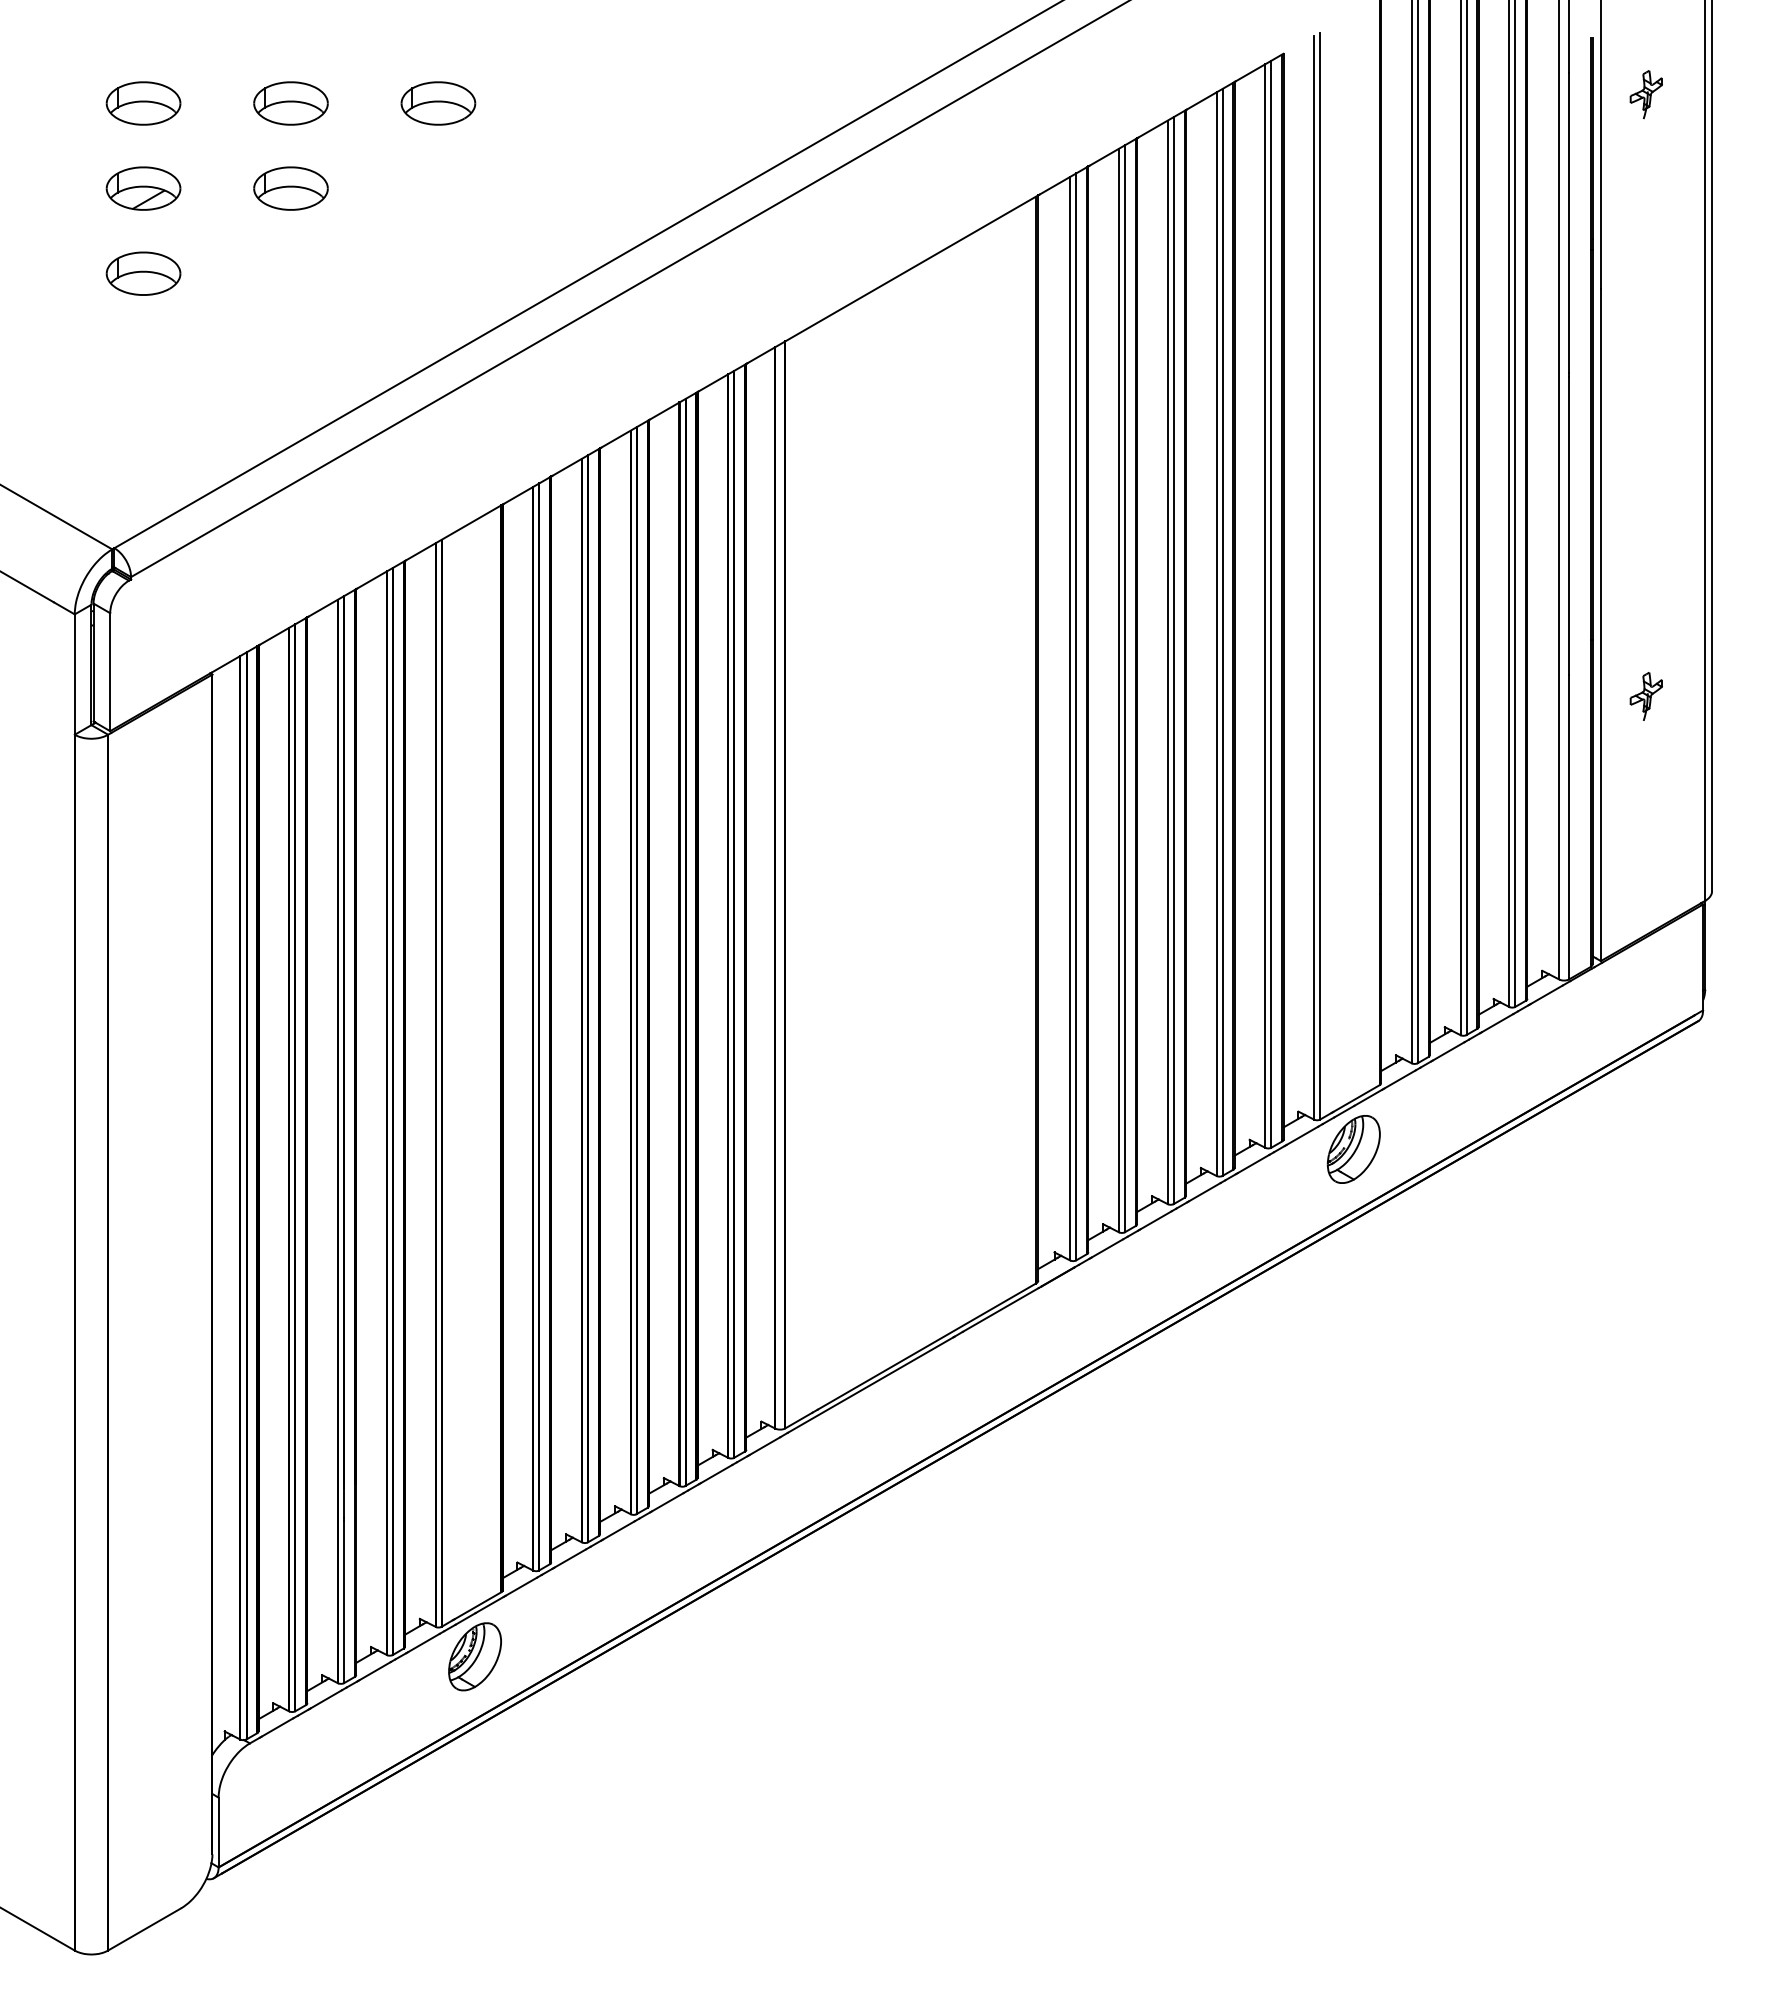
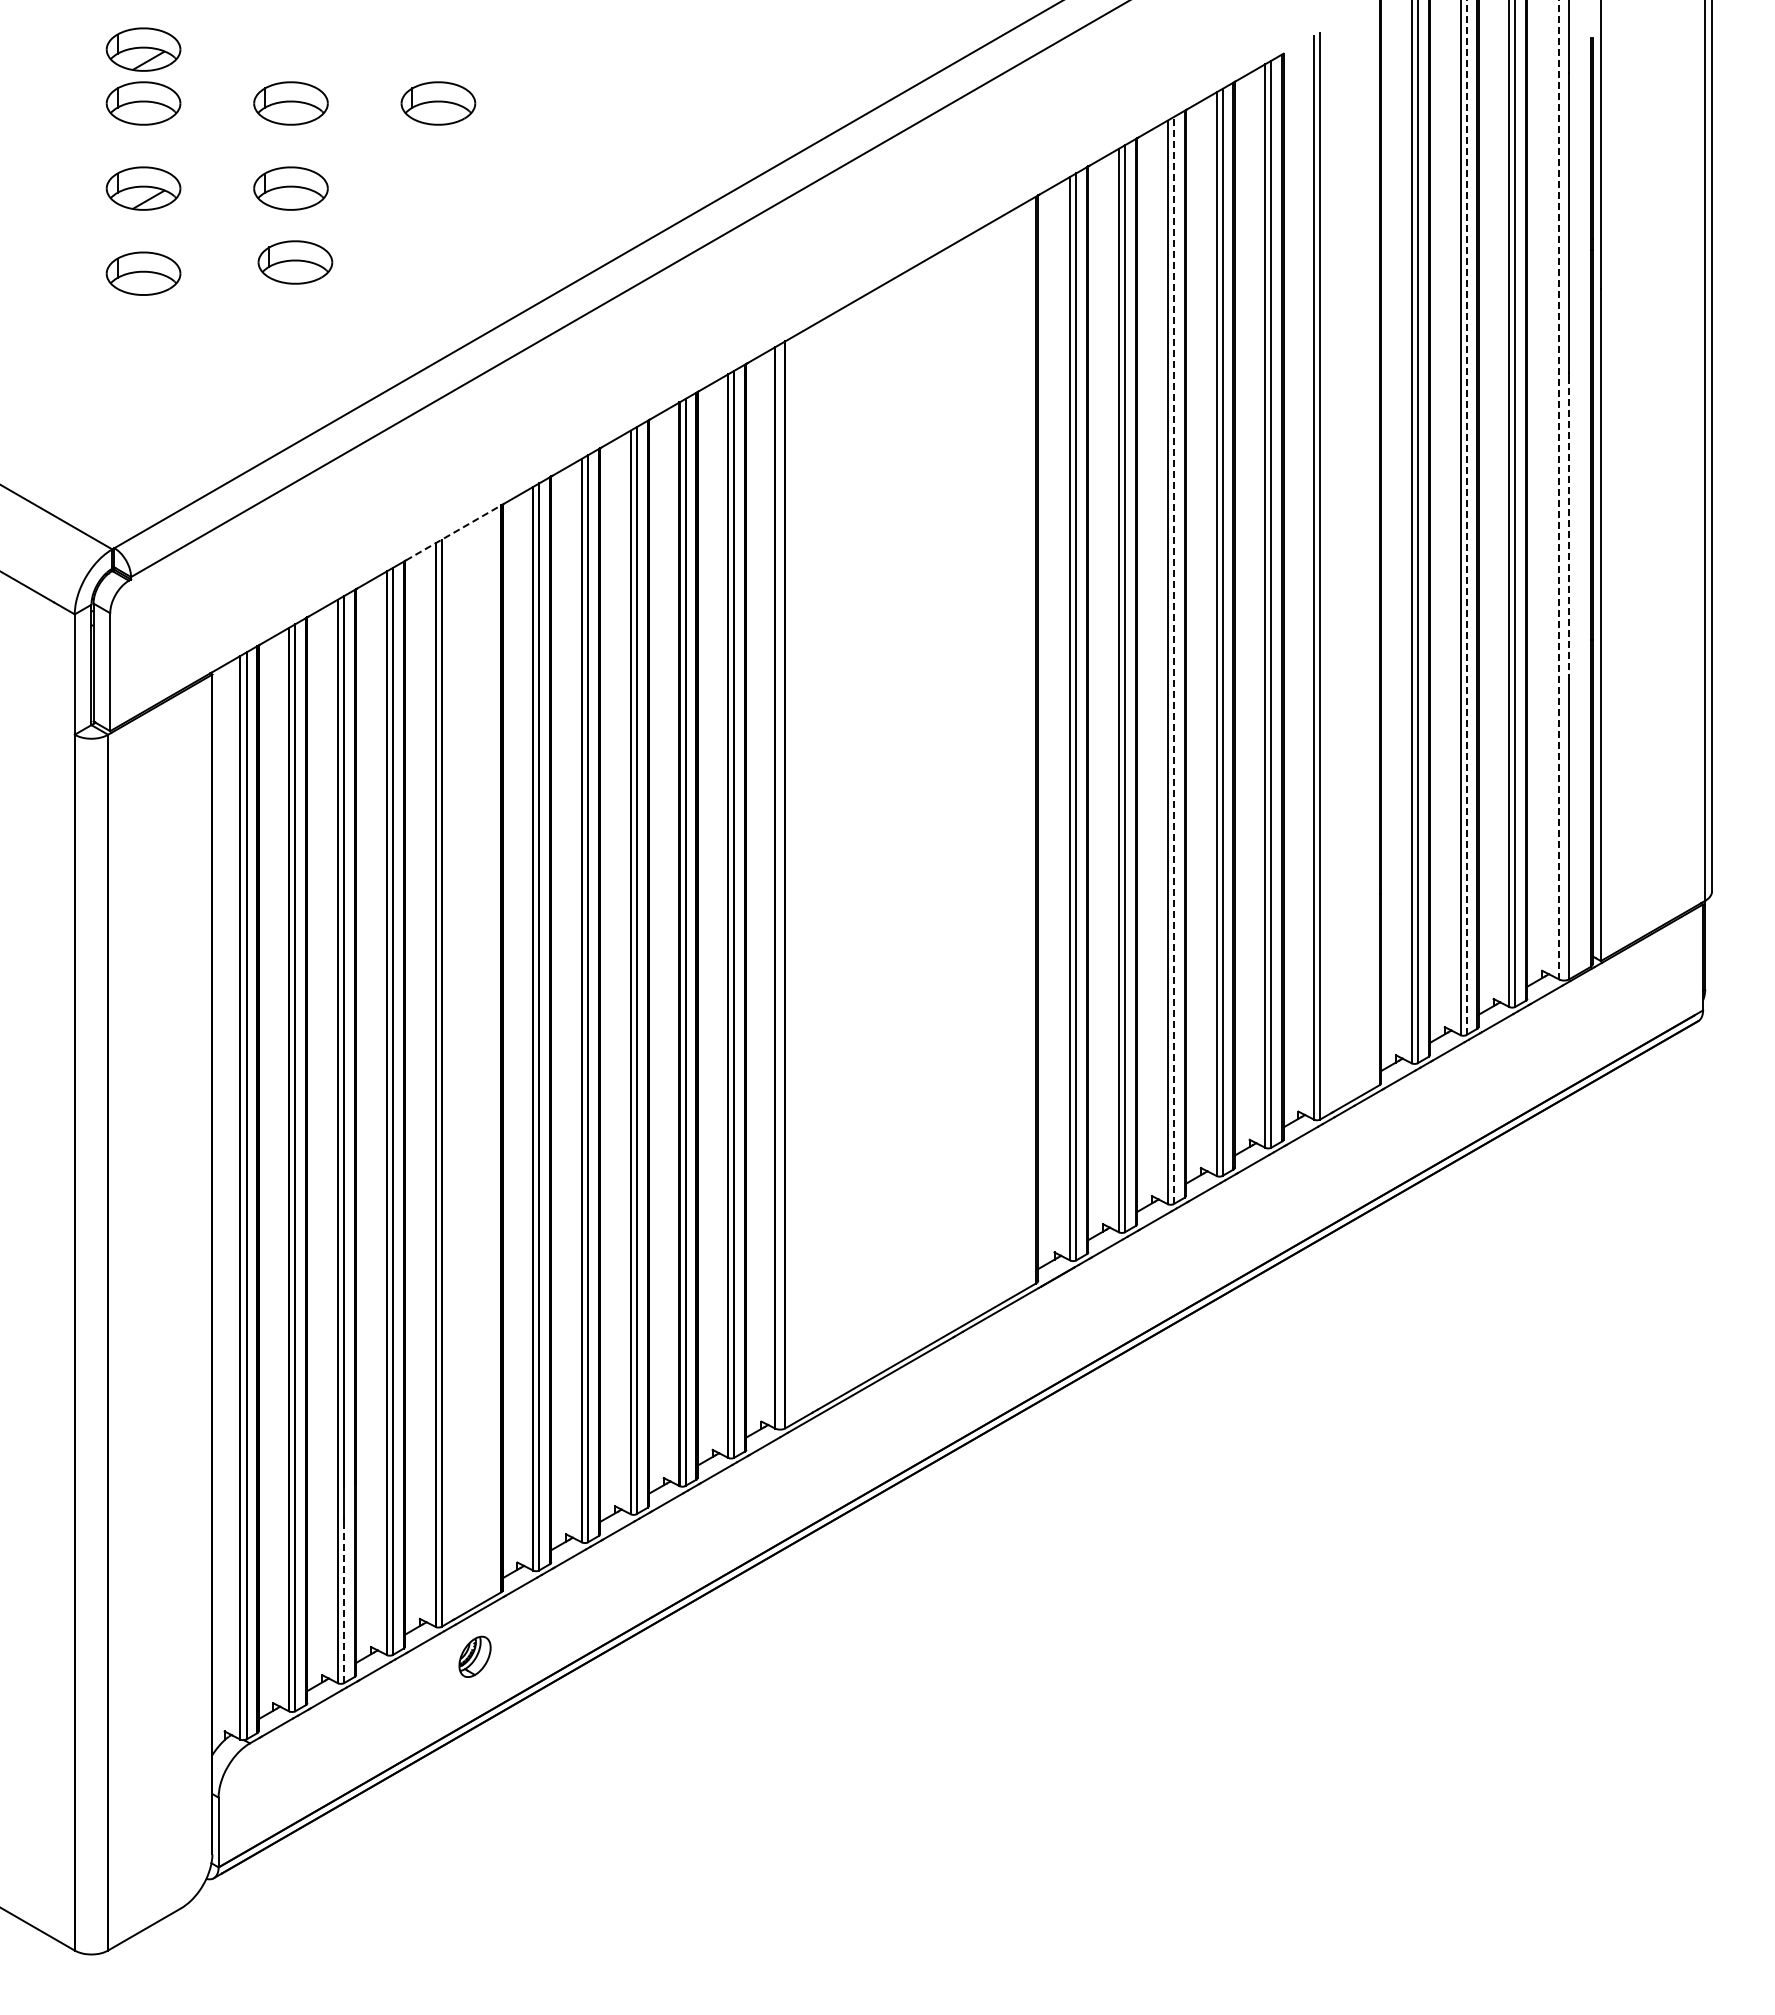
part at (143, 49): none -> present
part at (1645, 94): present -> none
part at (295, 262): none -> present
line at (1559, 490): solid -> dashed
line at (1466, 517): solid -> dashed
line at (1569, 526): solid -> dashed
line at (454, 532): solid -> dashed
line at (1173, 660): solid -> dashed
part at (1645, 696): present -> none
part at (1353, 1149): present -> none
line at (344, 1602): solid -> dashed
part at (474, 1656) size: 54x70 px -> 34x43 px
